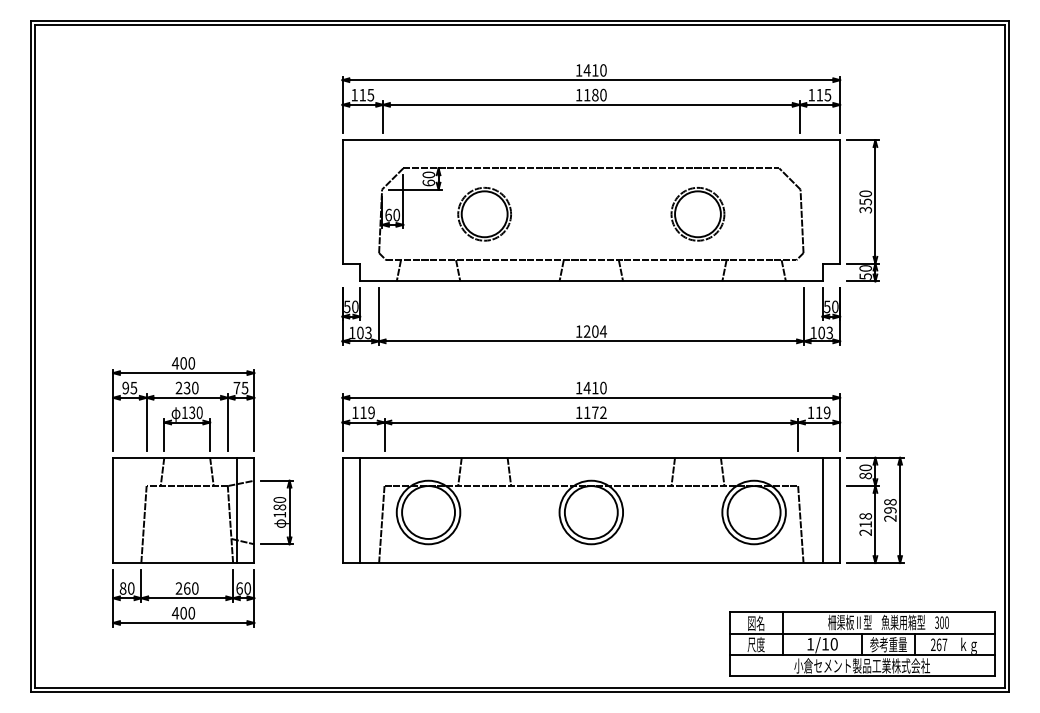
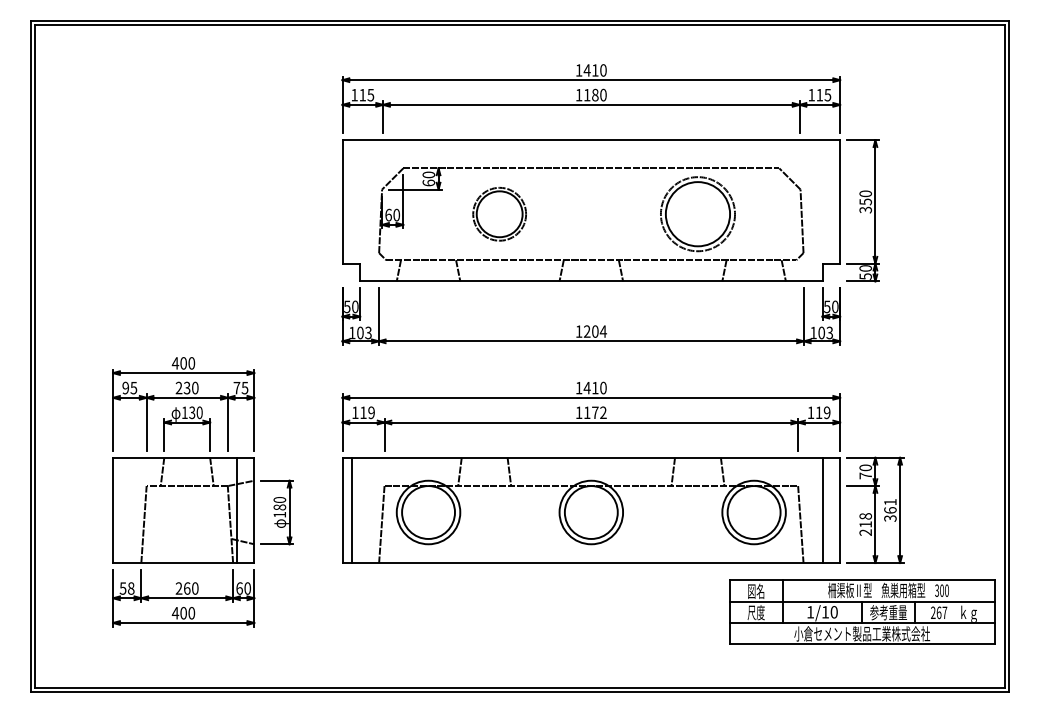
part at (484, 214) position: (484, 214) -> (499, 214)
part at (697, 214) size: 56x55 px -> 76x77 px
text at (865, 475): 80 -> 70
line at (360, 509) position: (360, 509) -> (352, 509)
text at (890, 510): 298 -> 361
text at (126, 588): 80 -> 58
part at (862, 643) position: (862, 643) -> (862, 611)
